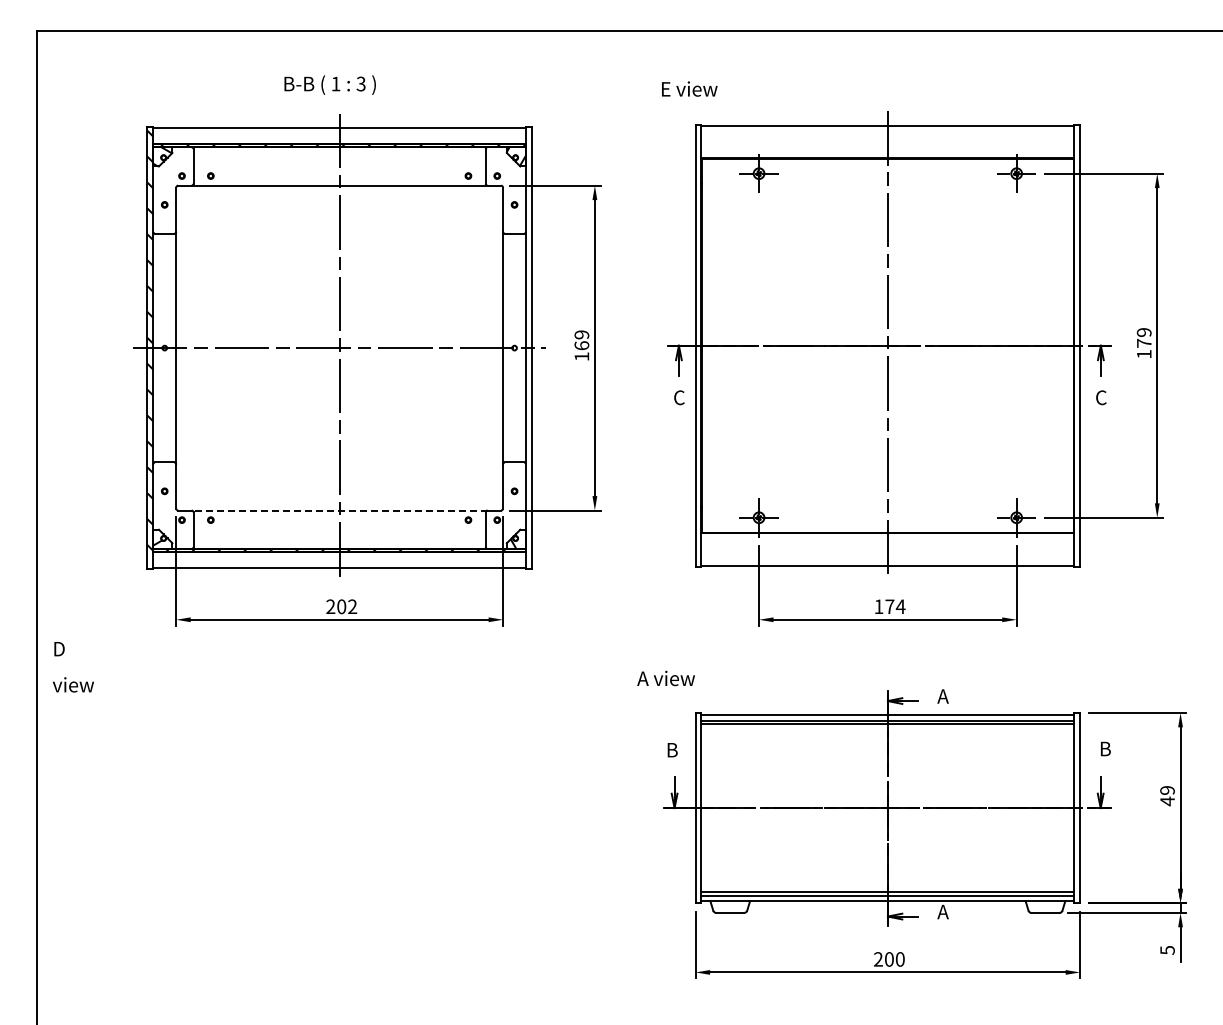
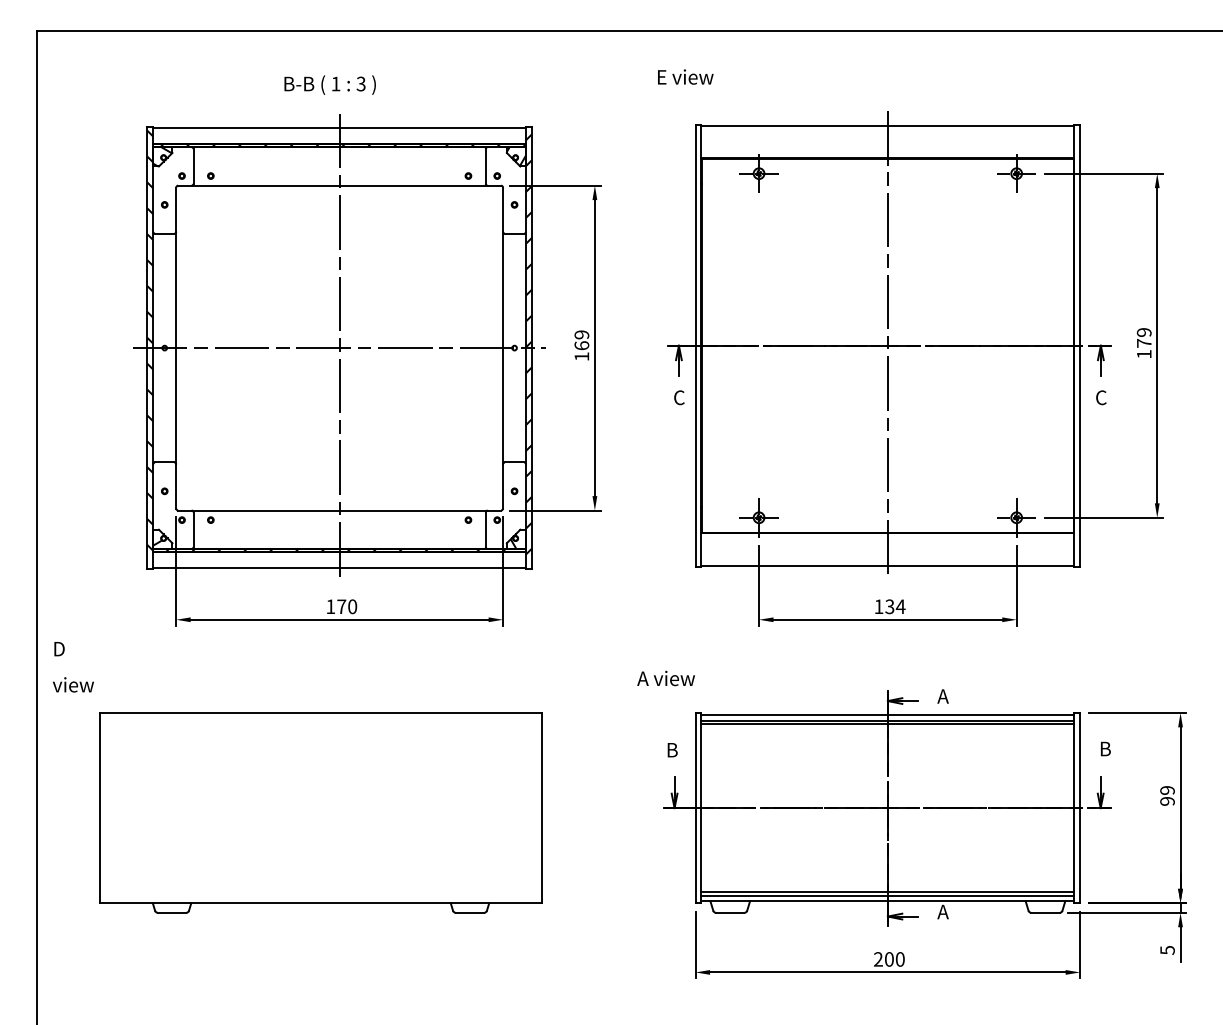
text at (689, 88) position: (689, 88) -> (685, 76)
hatch at (528, 344): none -> present
line at (339, 510): dashed -> solid
text at (341, 606): 202 -> 170
text at (889, 606): 174 -> 134
text at (1167, 801): 49 -> 99
part at (320, 812): none -> present
